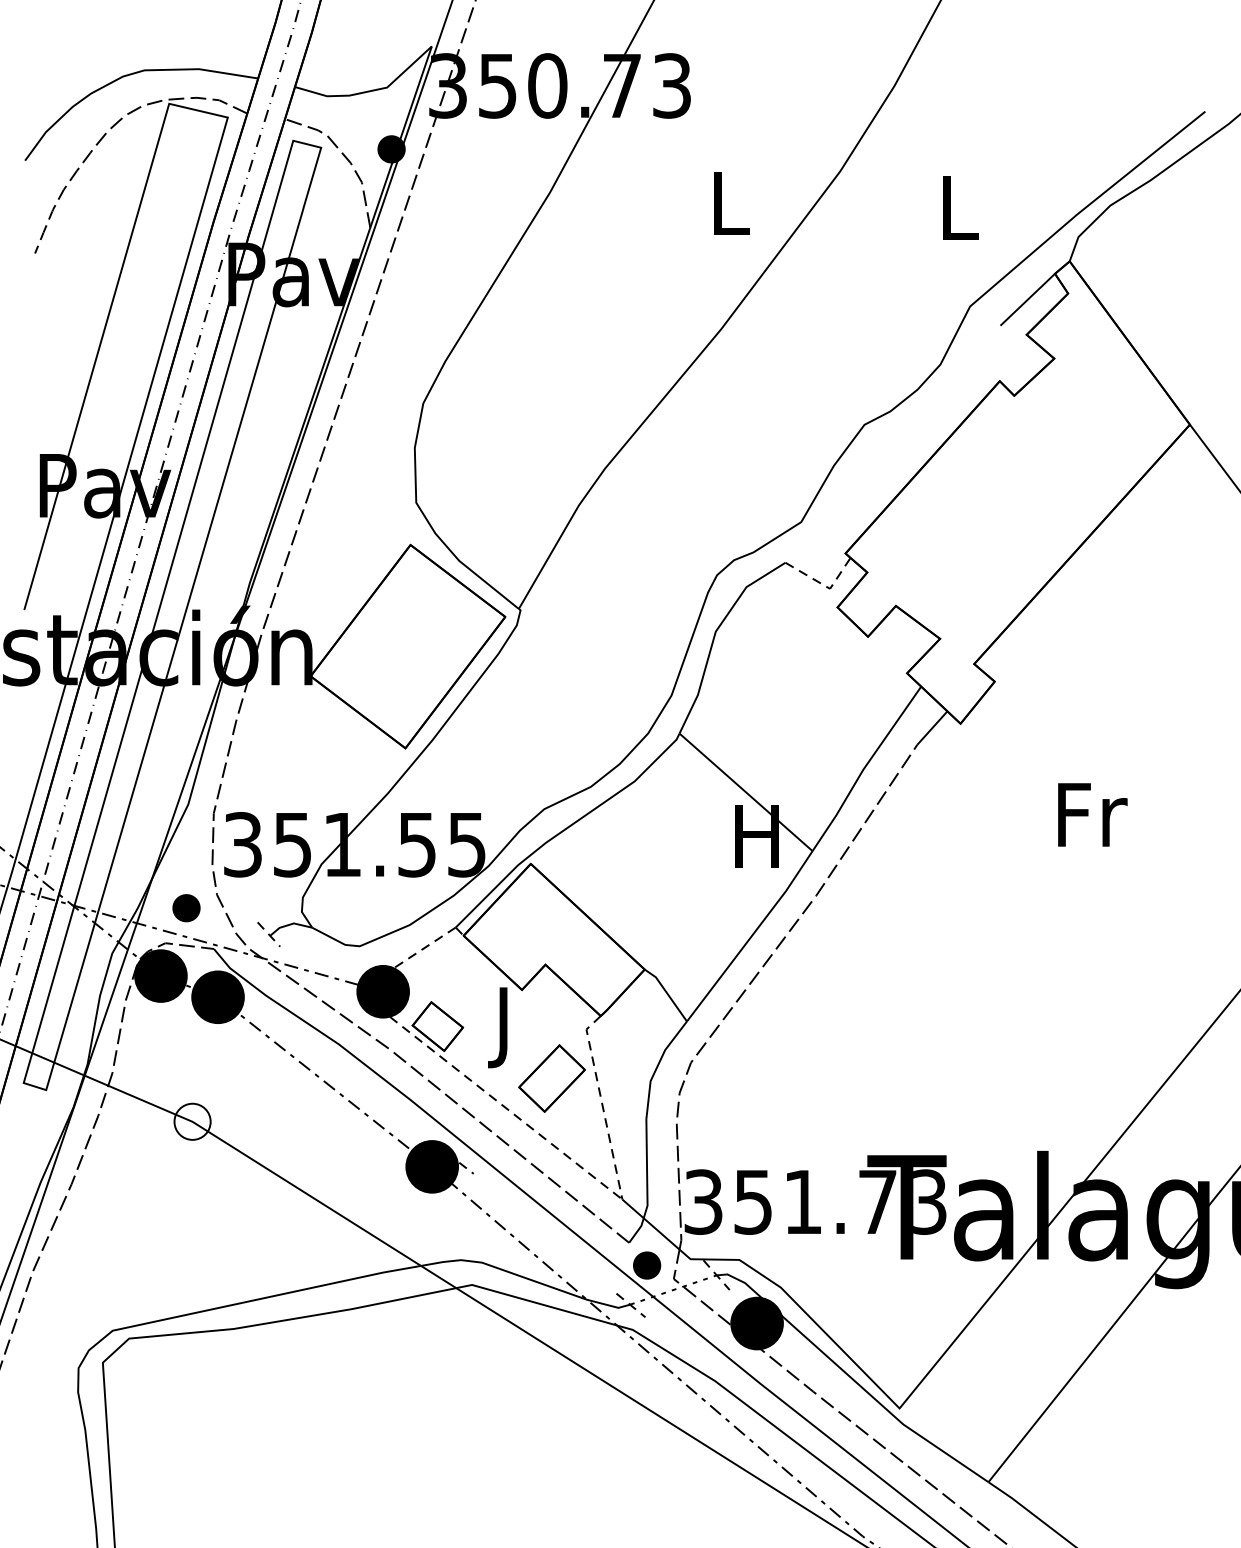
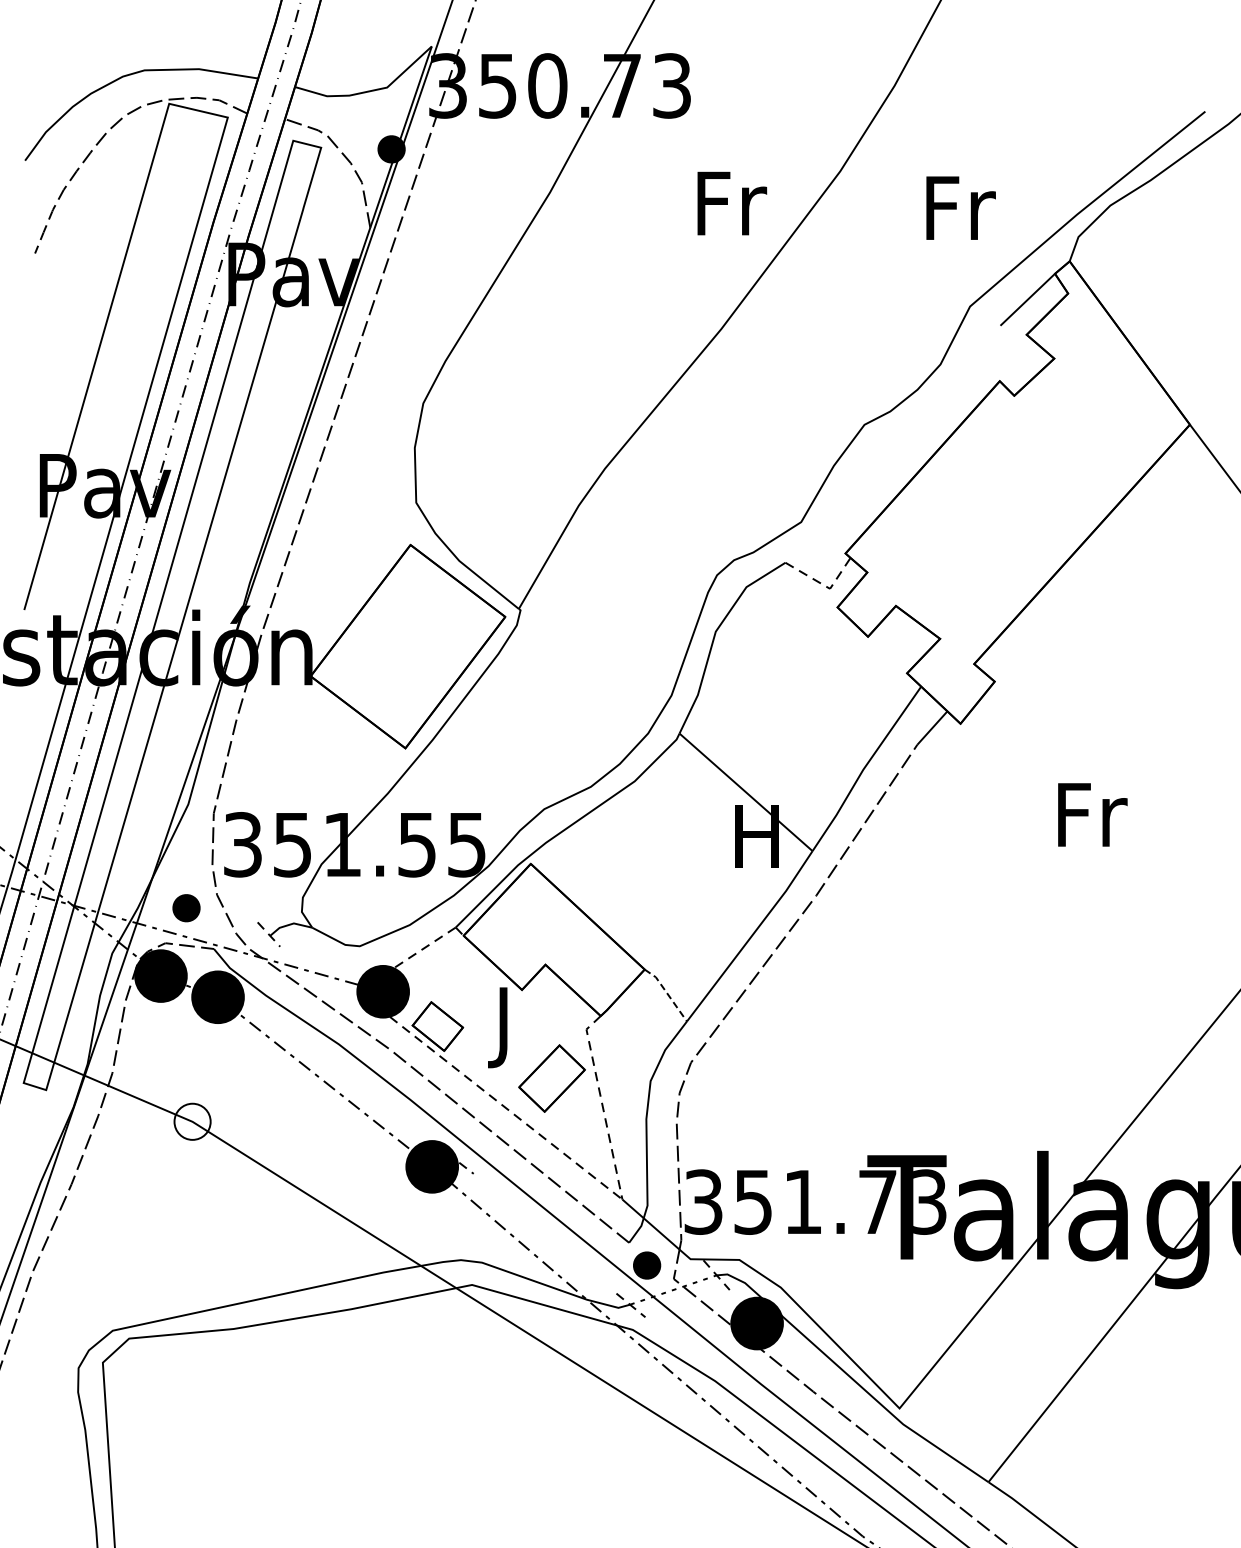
text at (732, 203): L -> Fr
text at (960, 207): L -> Fr
line at (667, 993): solid -> dashed
